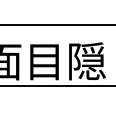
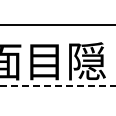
line at (57, 86): solid -> dashed
